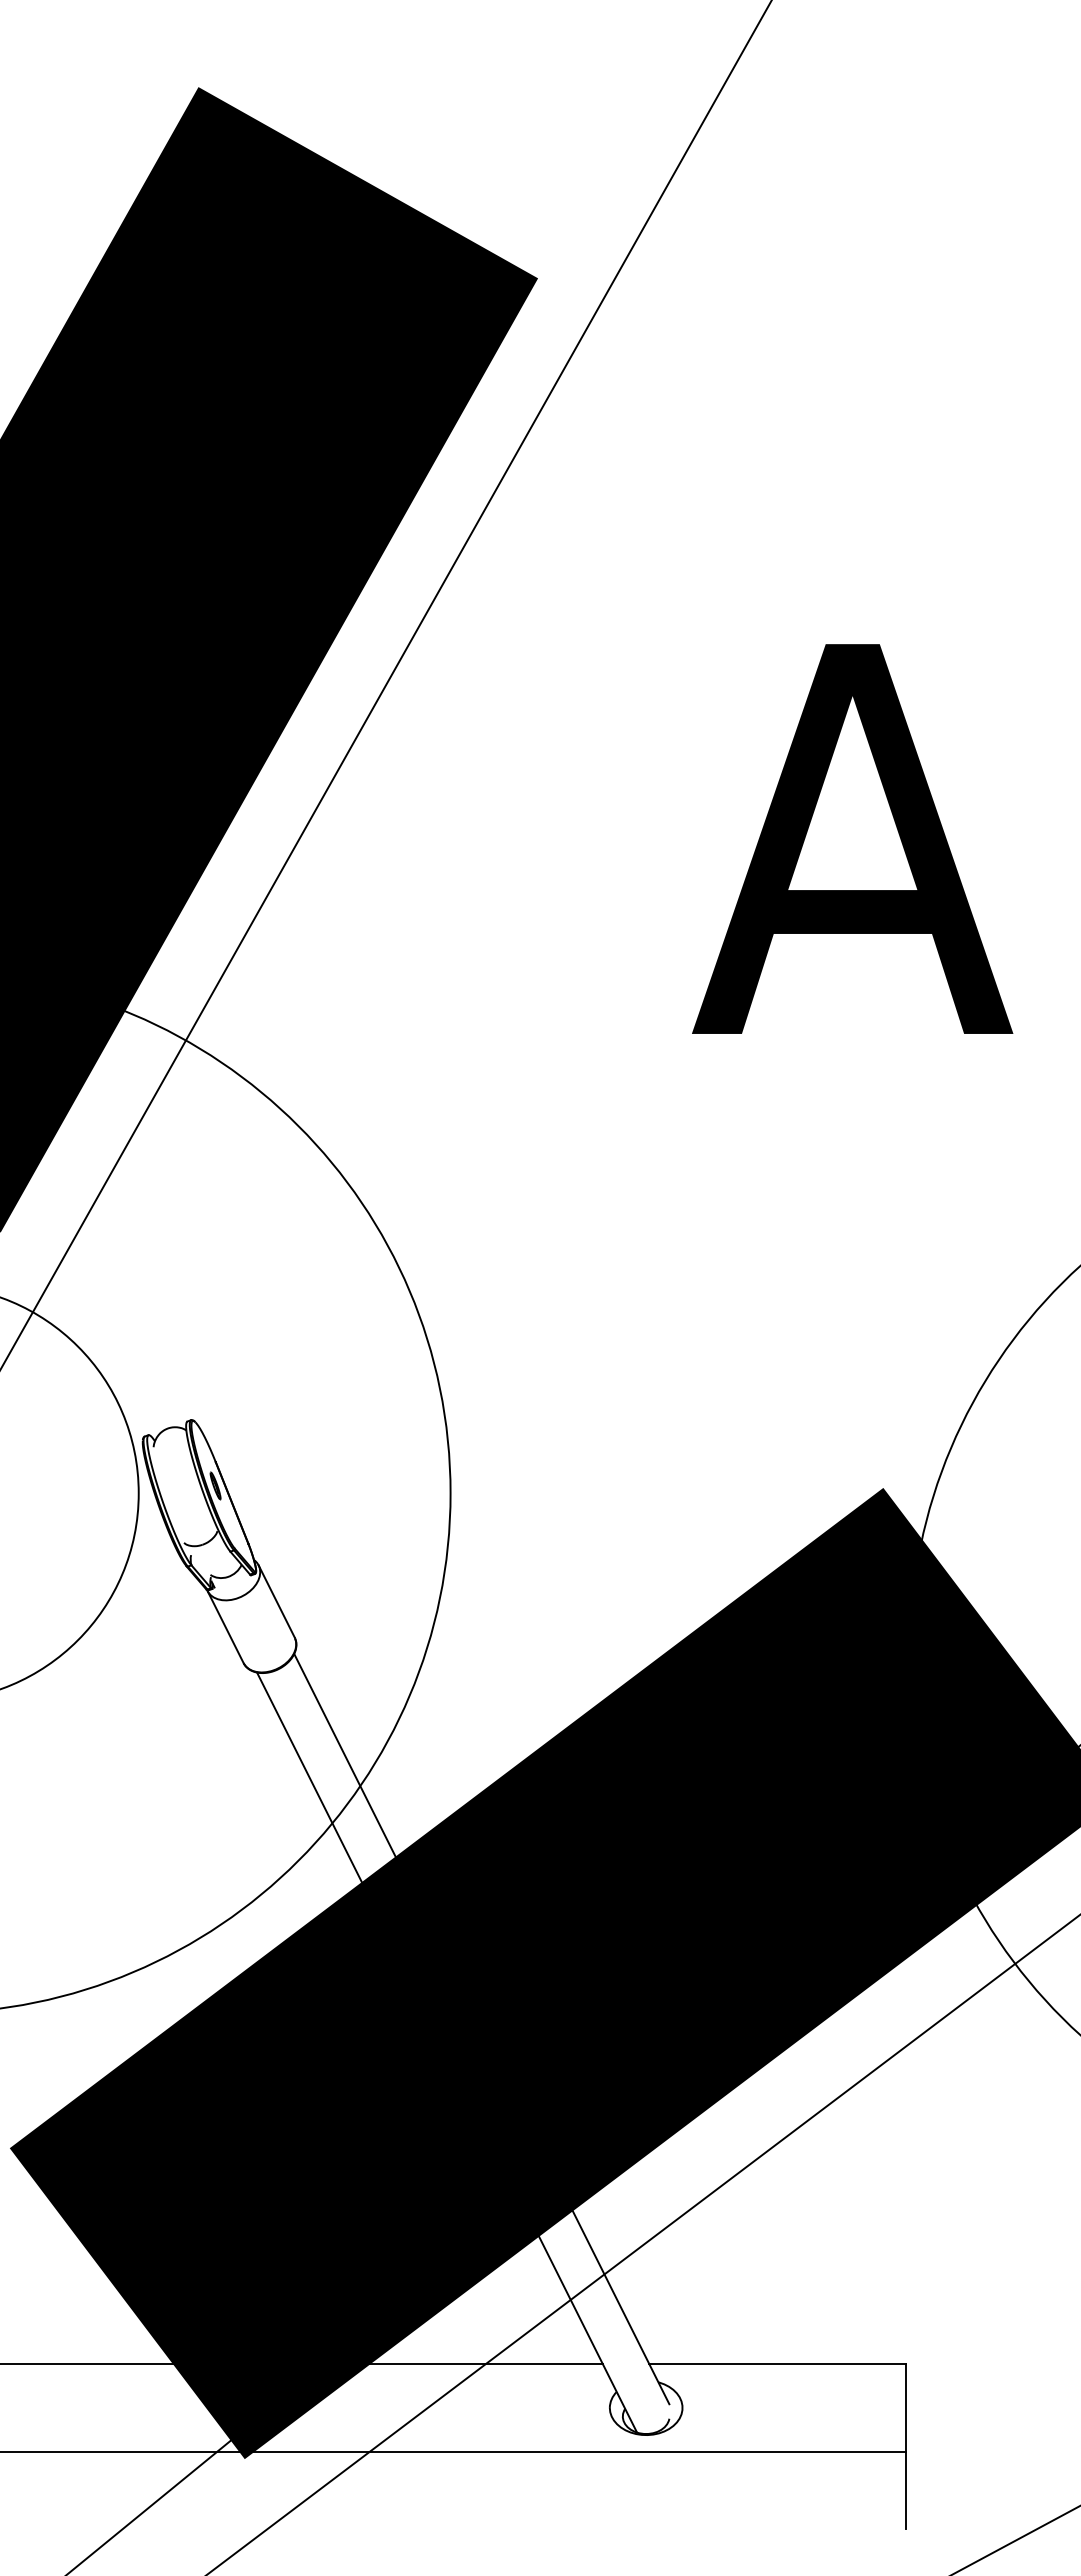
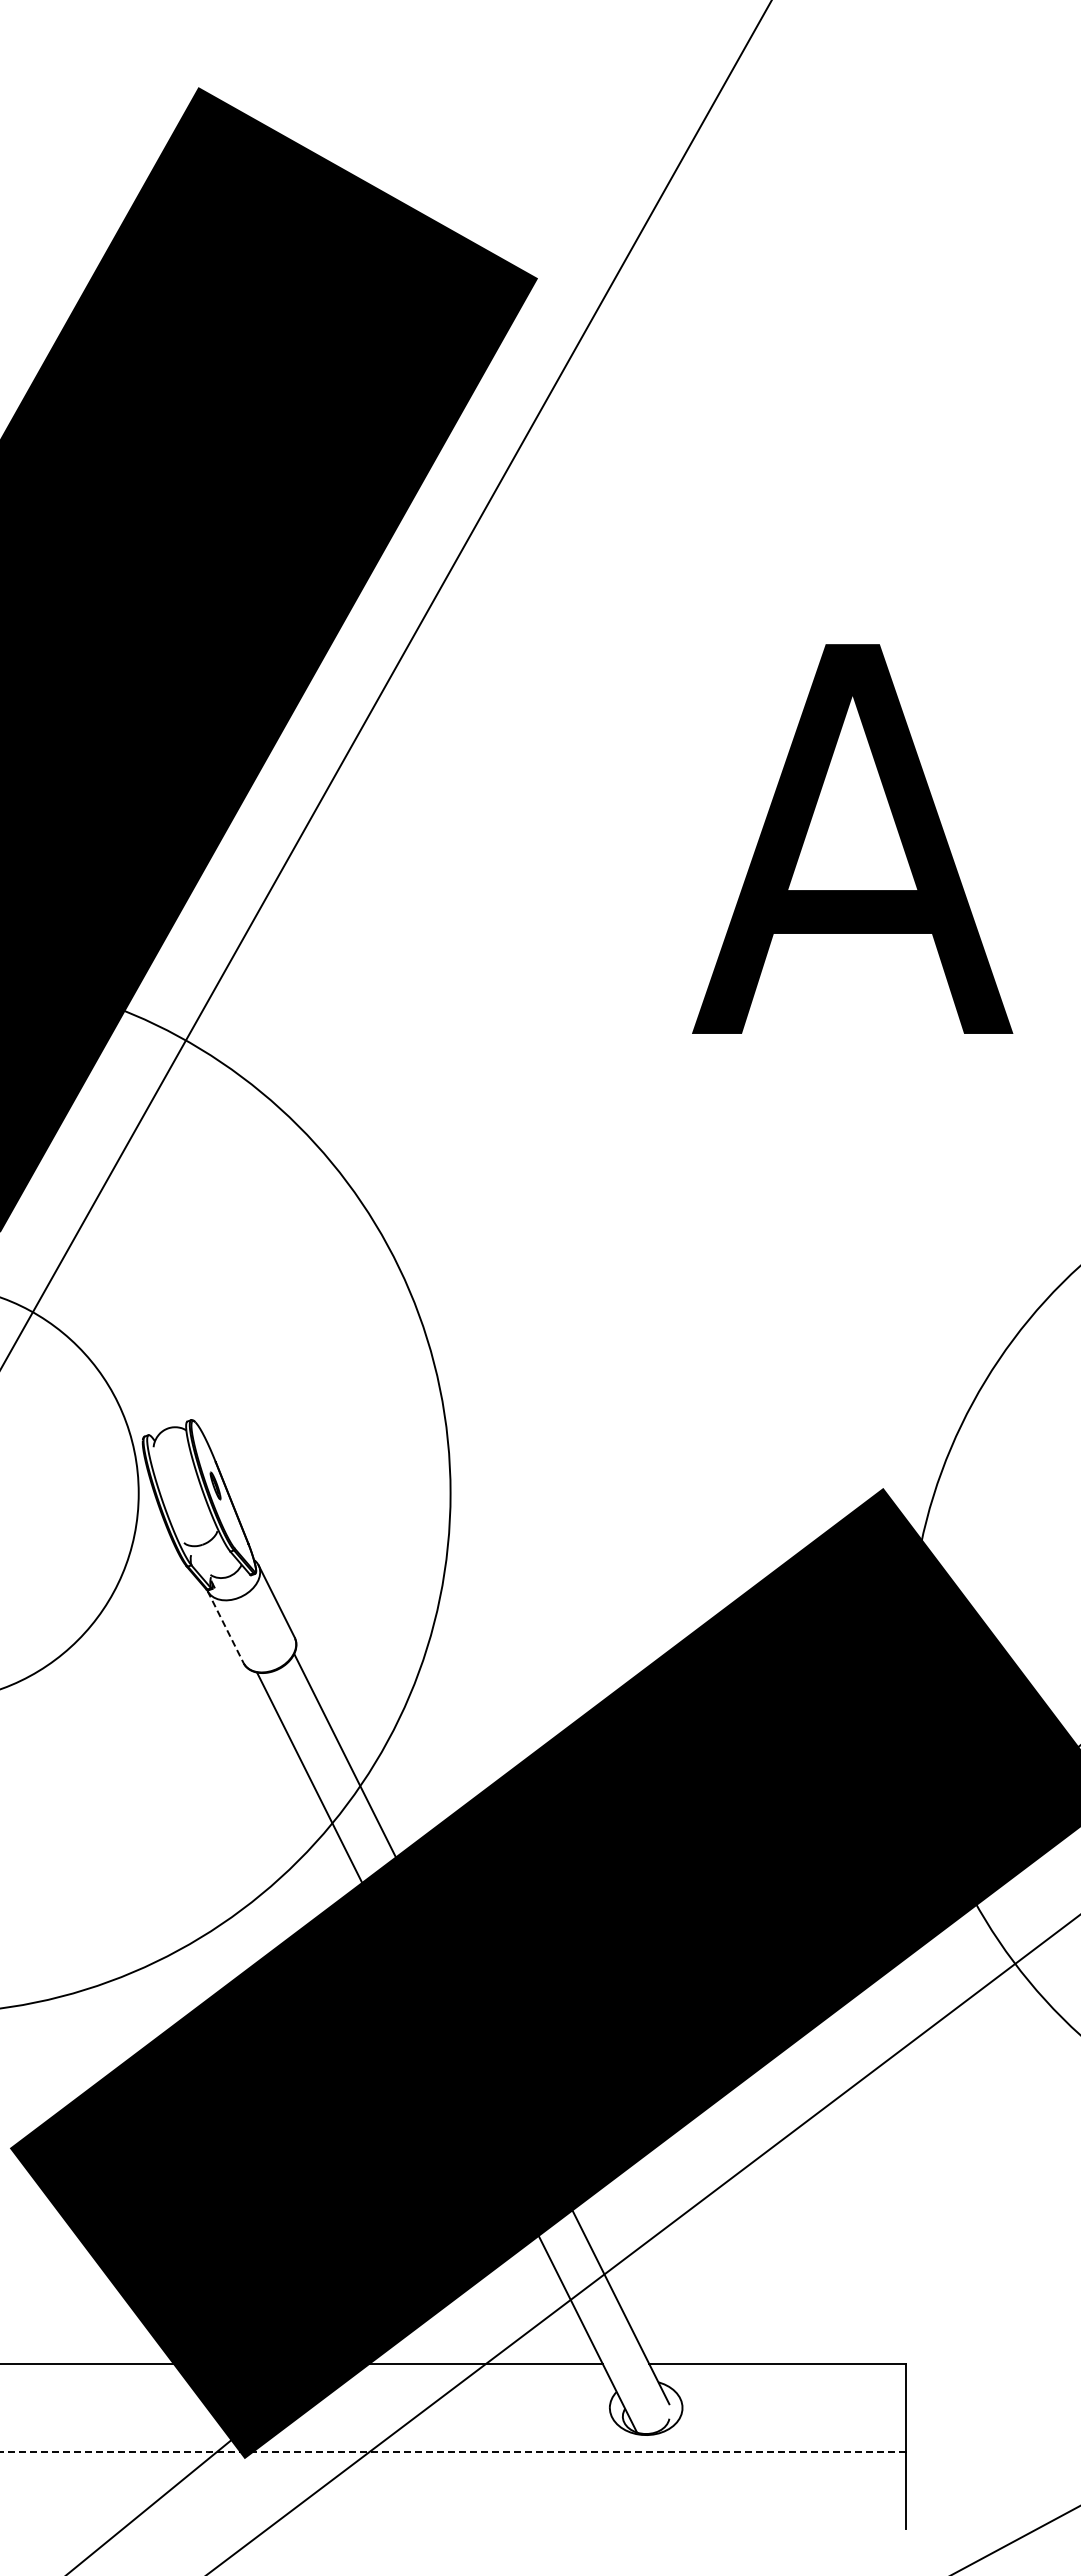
line at (225, 1627): solid -> dashed
line at (453, 2451): solid -> dashed
